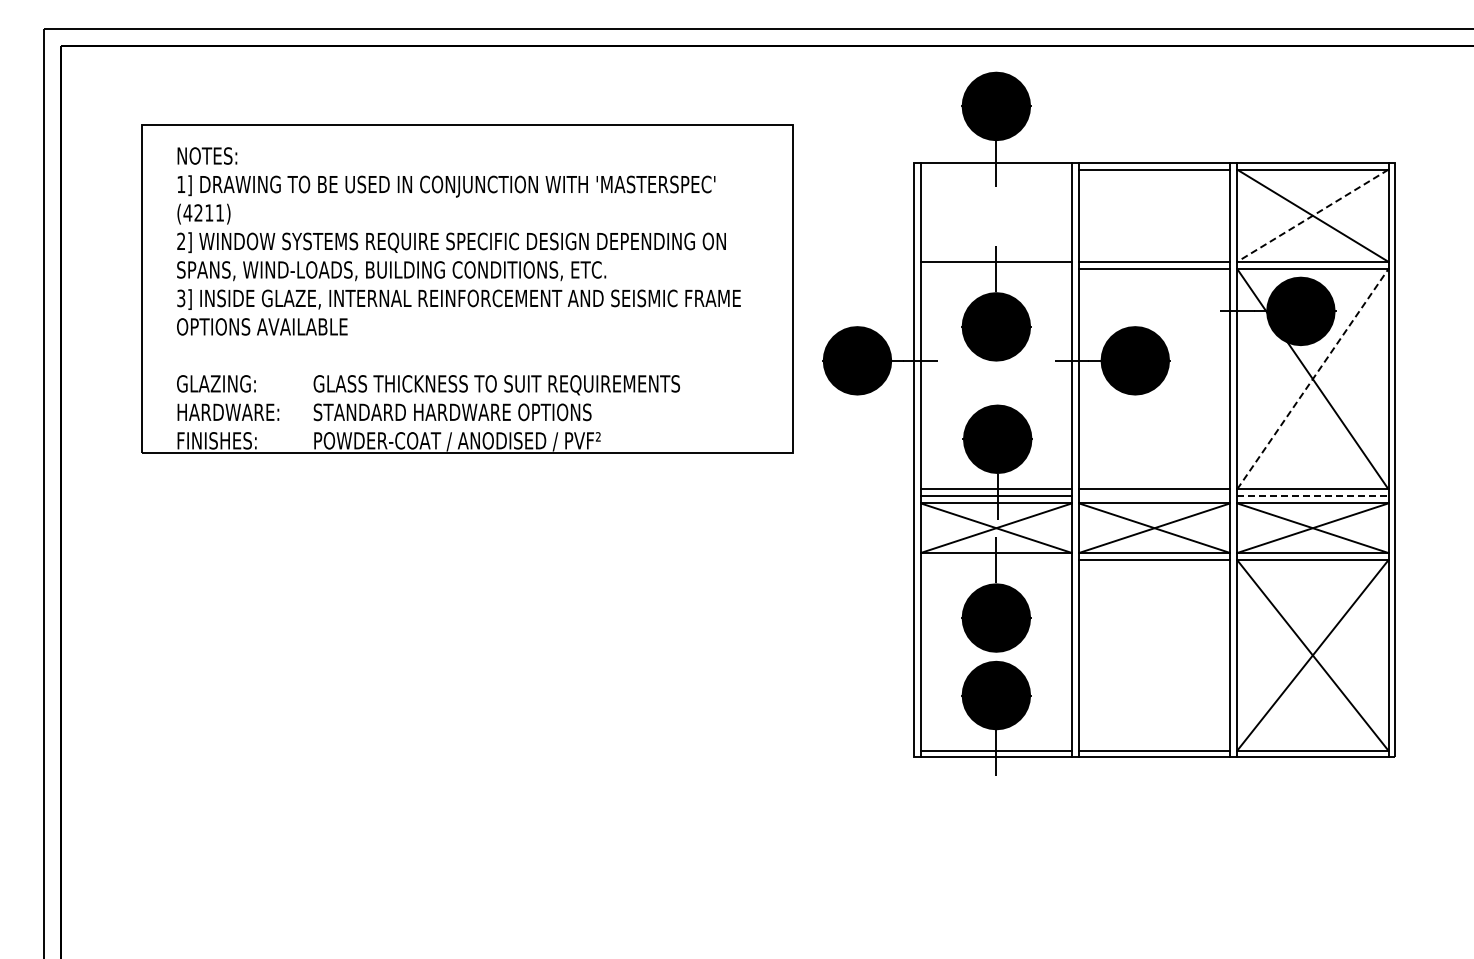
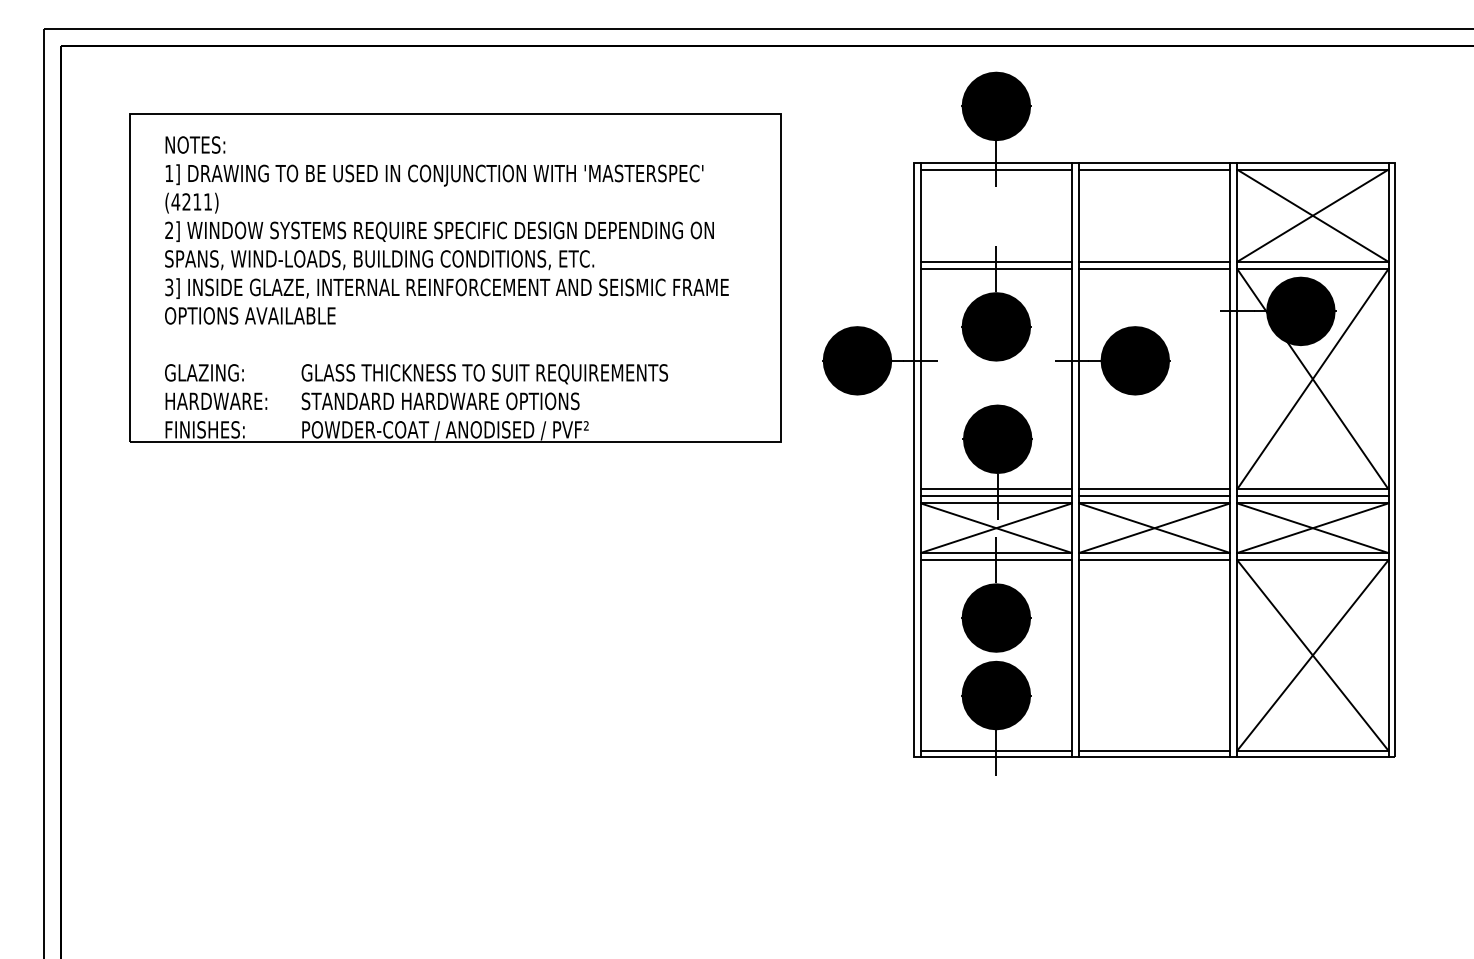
line at (996, 169): none -> present
line at (1312, 215): dashed -> solid
line at (996, 268): none -> present
part at (467, 288) position: (467, 288) -> (455, 277)
line at (1312, 379): dashed -> solid
line at (1154, 496): none -> present
line at (1312, 496): dashed -> solid
line at (996, 560): none -> present
